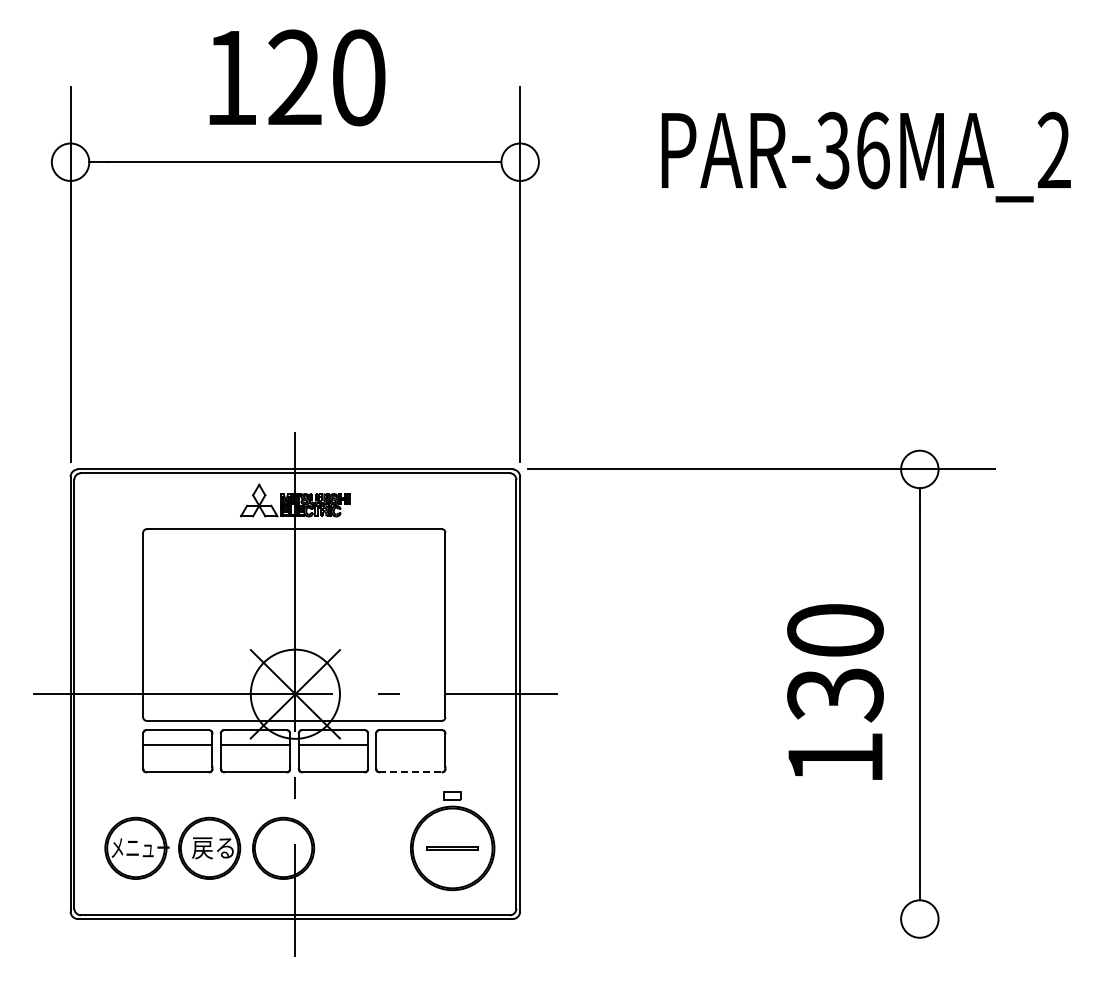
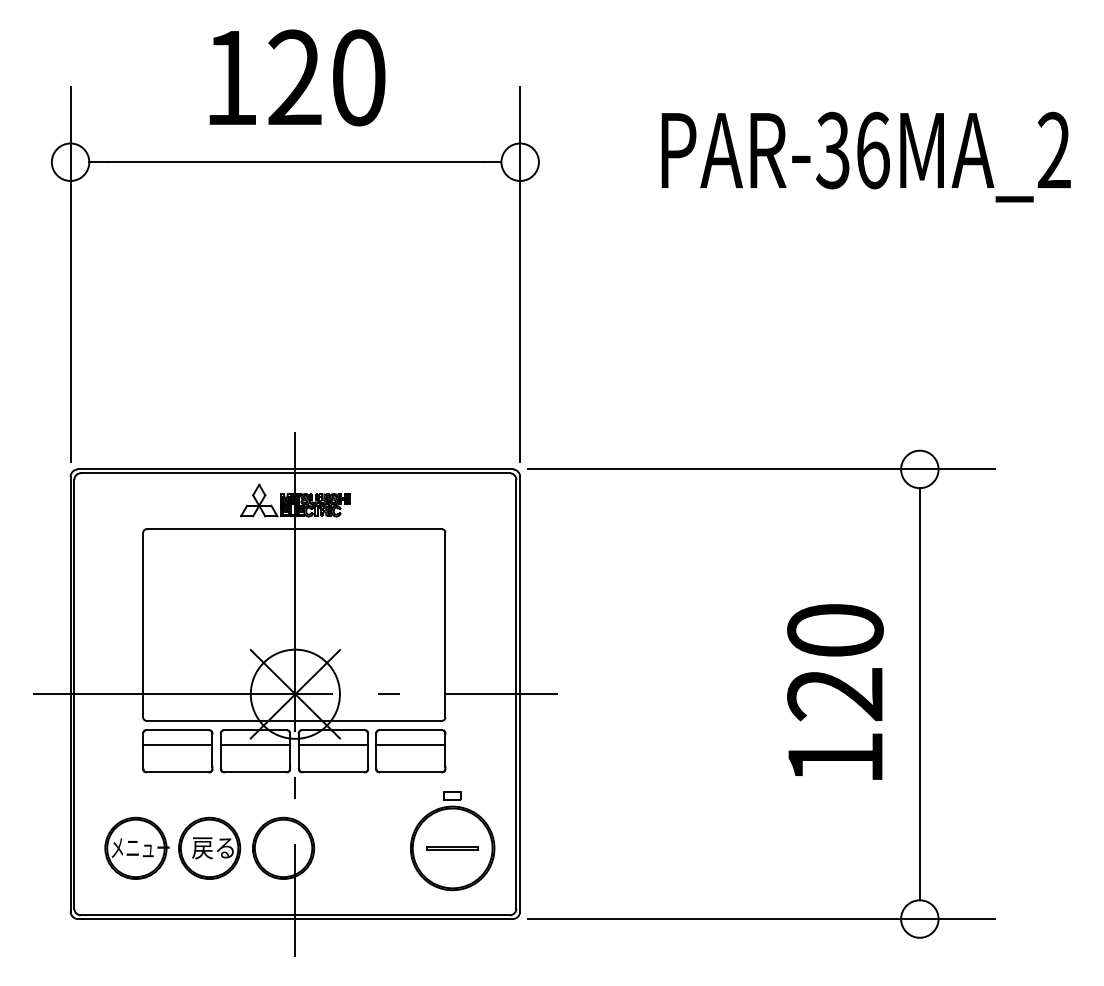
text at (835, 695): 130 -> 120
line at (410, 744): none -> present
line at (410, 772): dashed -> solid
line at (760, 919): none -> present
